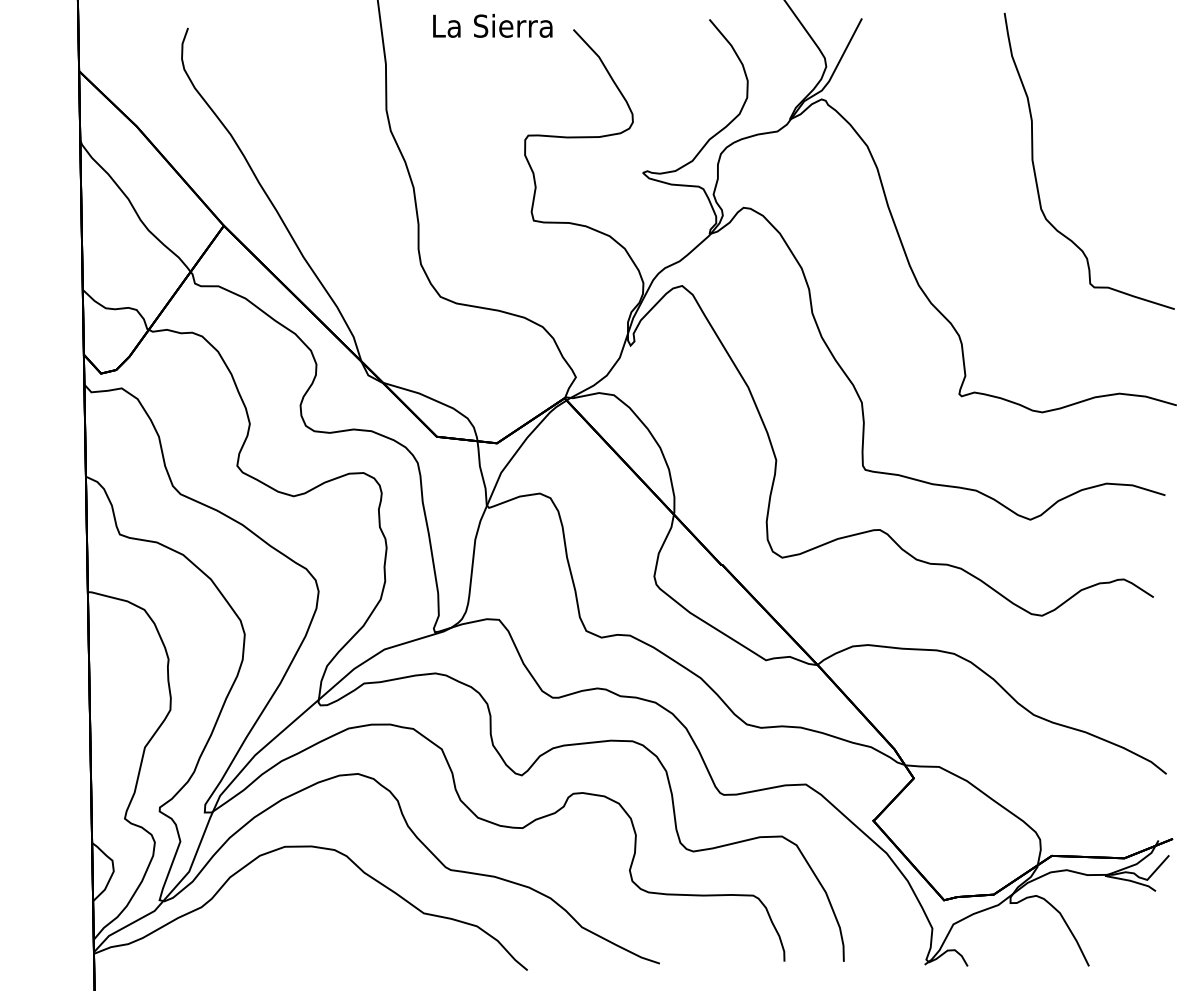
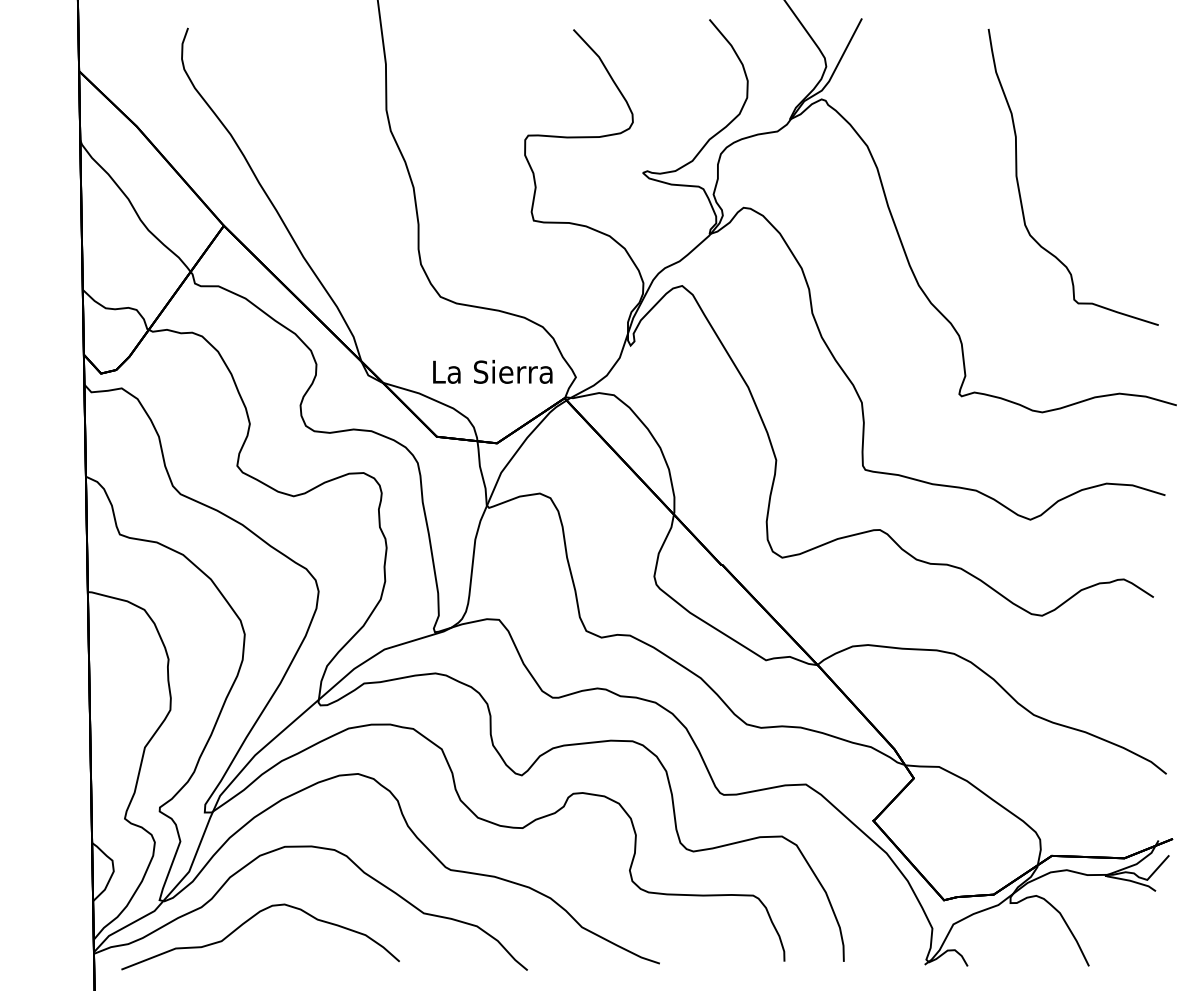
text at (492, 25) position: (492, 25) -> (492, 371)
curve at (1035, 169) position: (1035, 169) -> (1019, 185)
curve at (248, 921): none -> present
